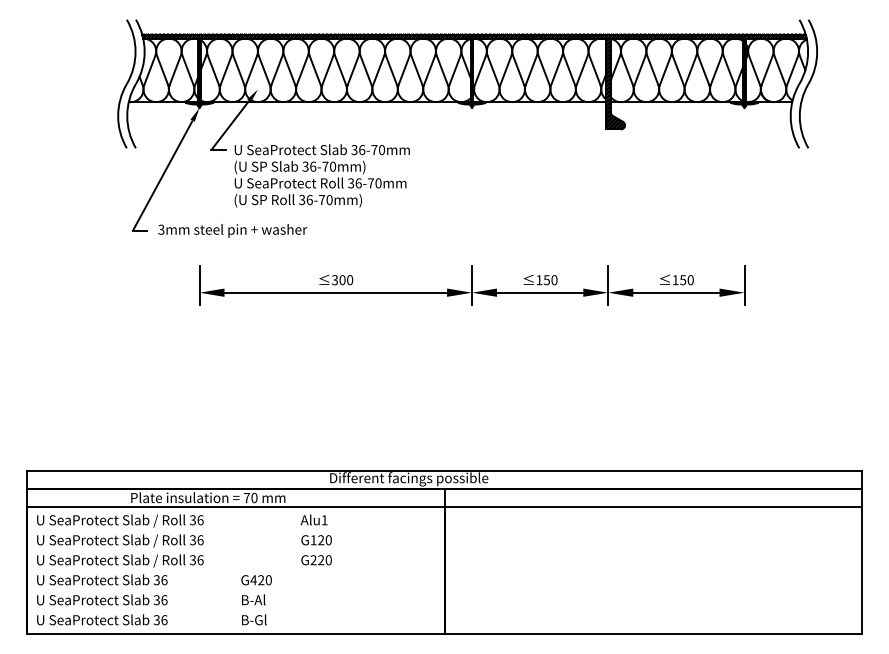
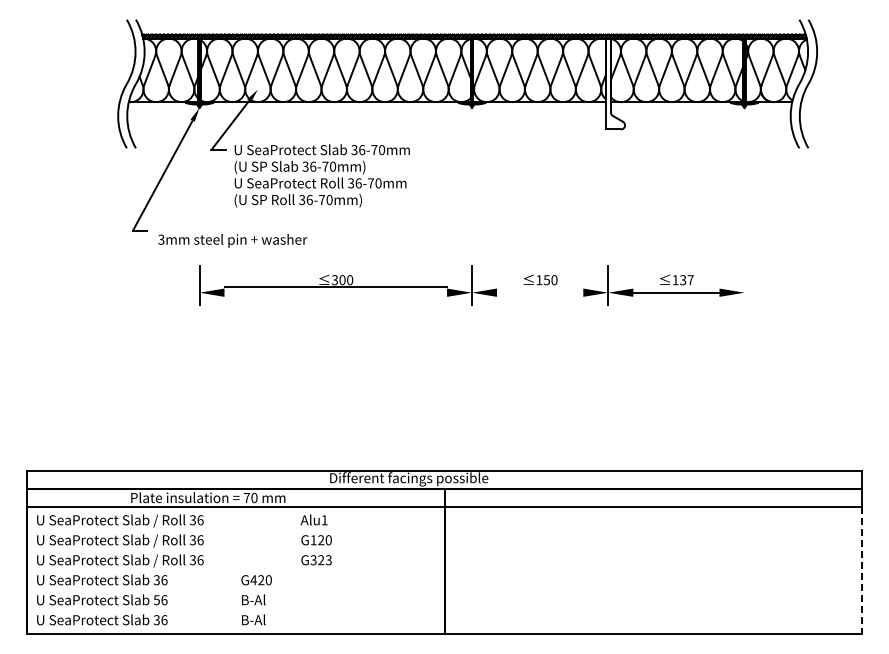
hatch at (615, 83): present -> none
text at (232, 230) position: (232, 230) -> (232, 240)
text at (686, 280): 150 -> 137
line at (744, 285): present -> none
line at (335, 292) position: (335, 292) -> (335, 286)
line at (540, 292): present -> none
text at (320, 560): G220 -> G323
line at (862, 570): solid -> dashed
text at (156, 599): 36 -> 56
text at (260, 619): B-Gl -> B-Al
